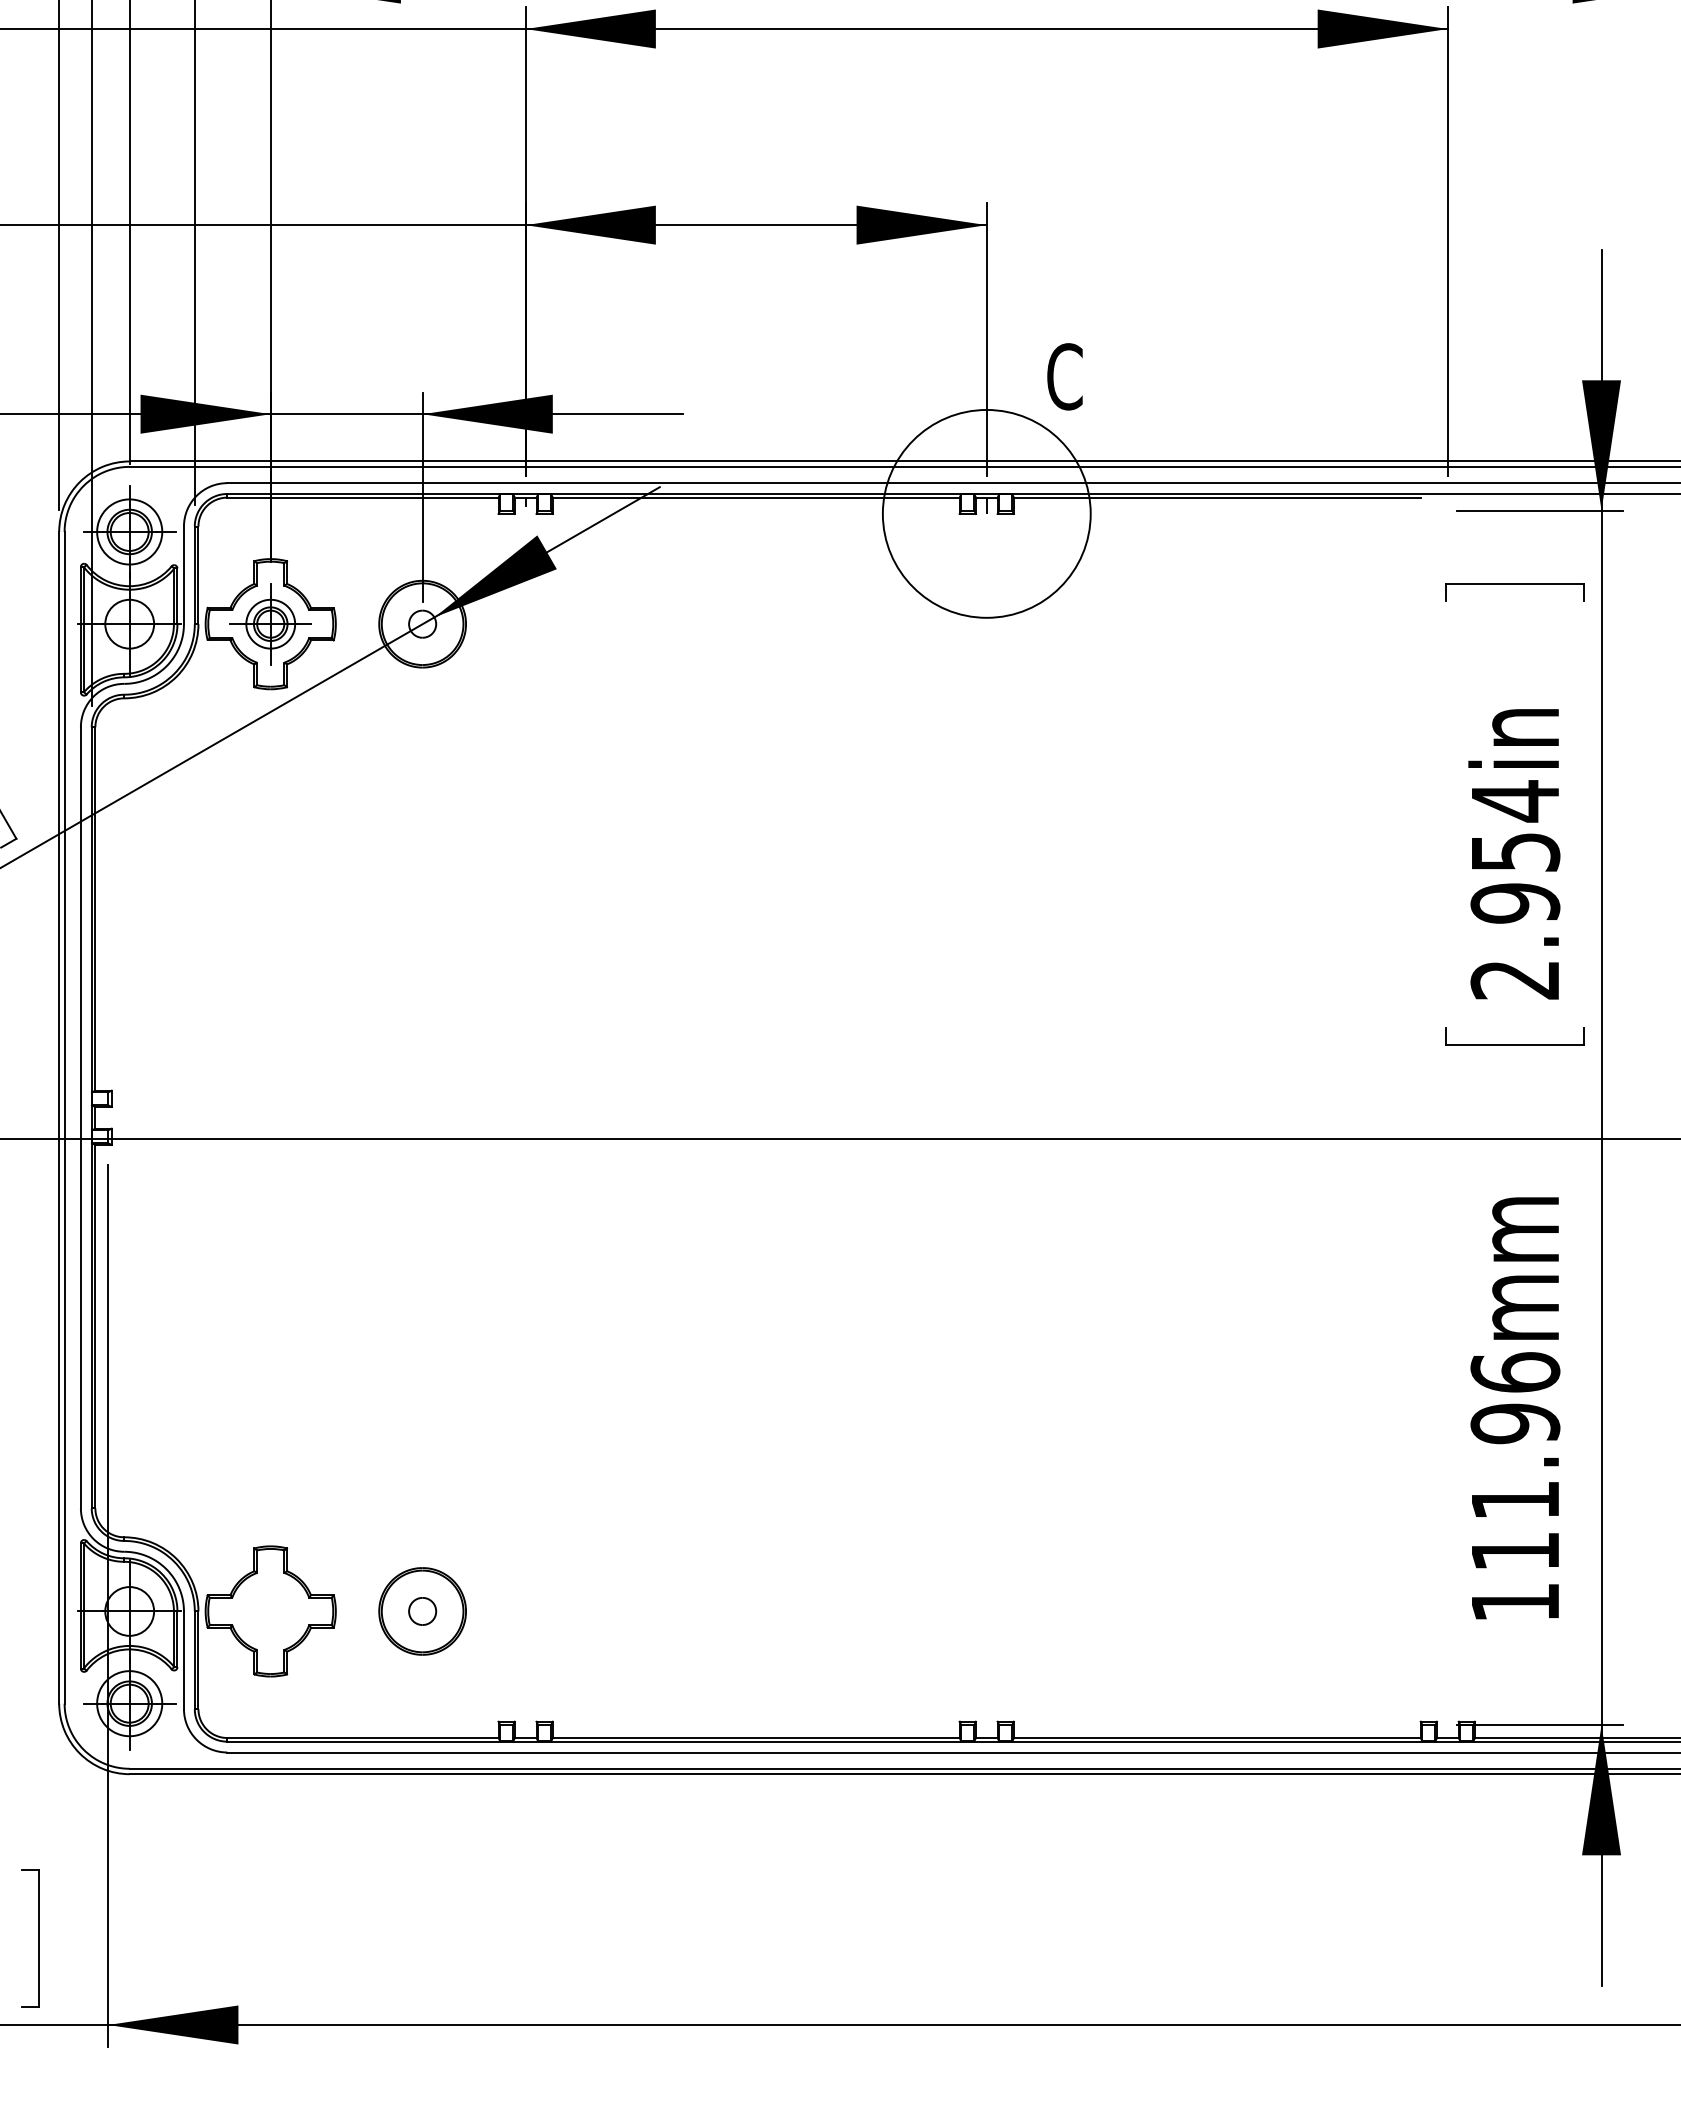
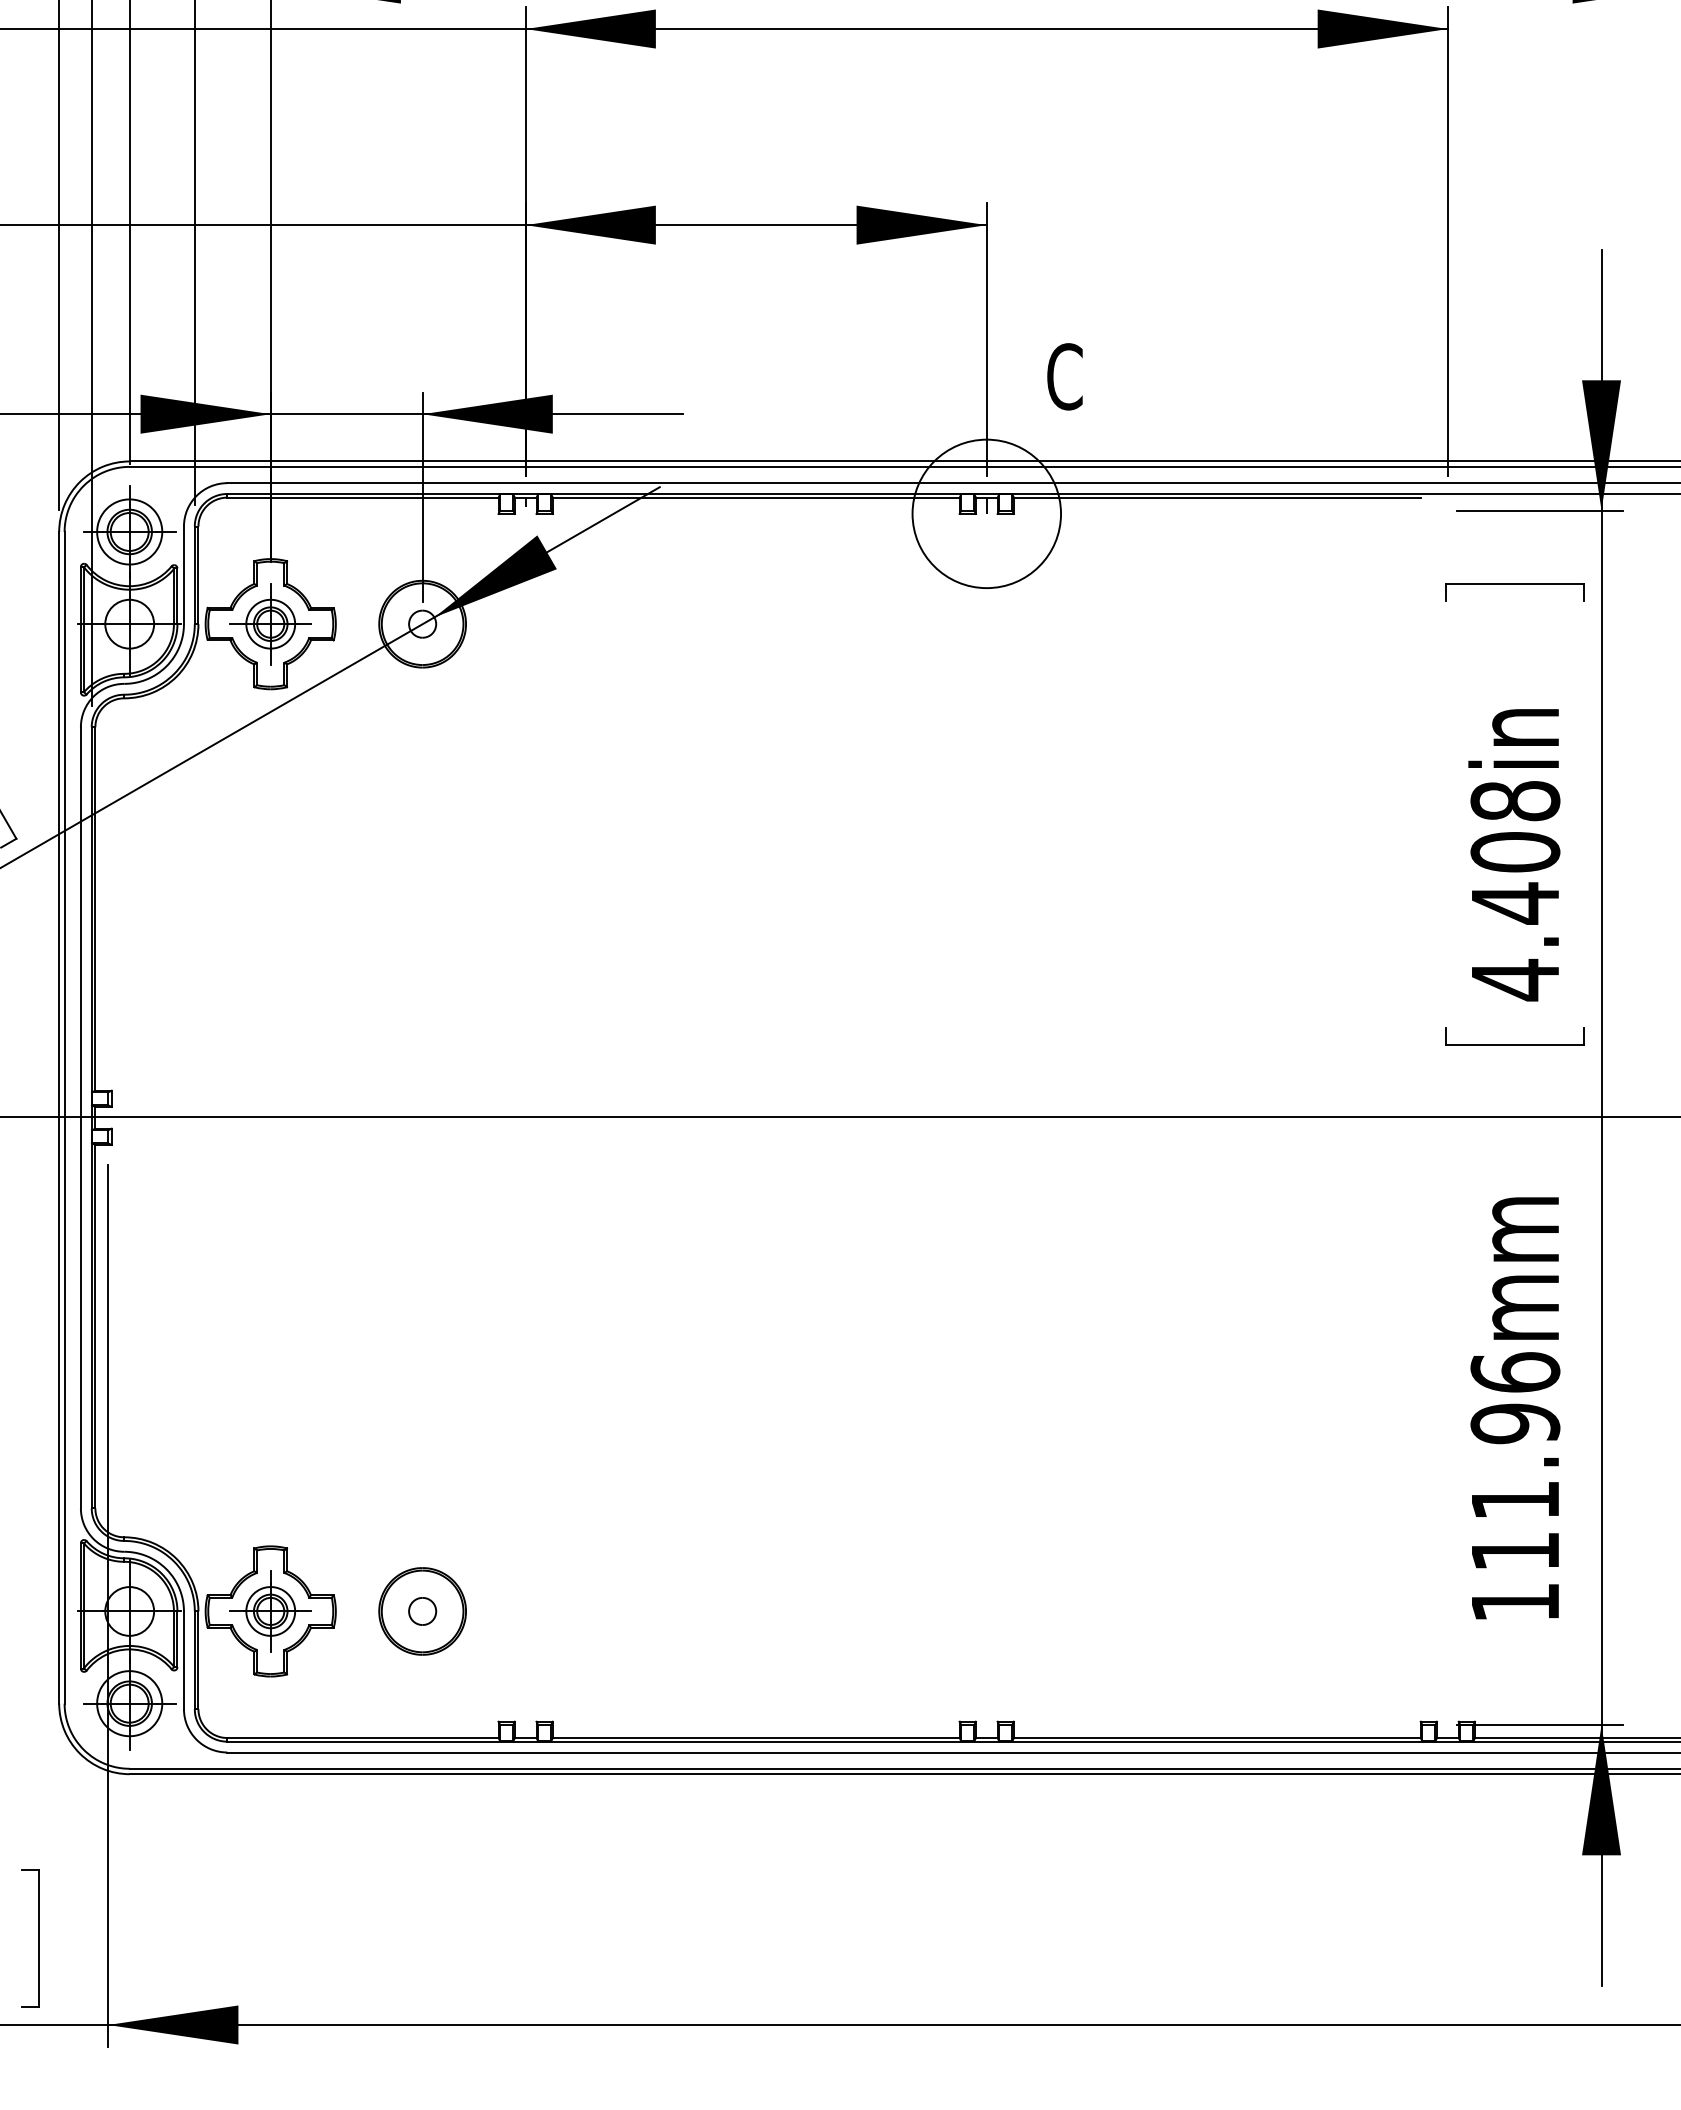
circle at (986, 513) diameter: 208 px -> 148 px
text at (1515, 890): 2.954in -> 4.408in
line at (839, 1139) position: (839, 1139) -> (839, 1117)
part at (270, 1611): none -> present
